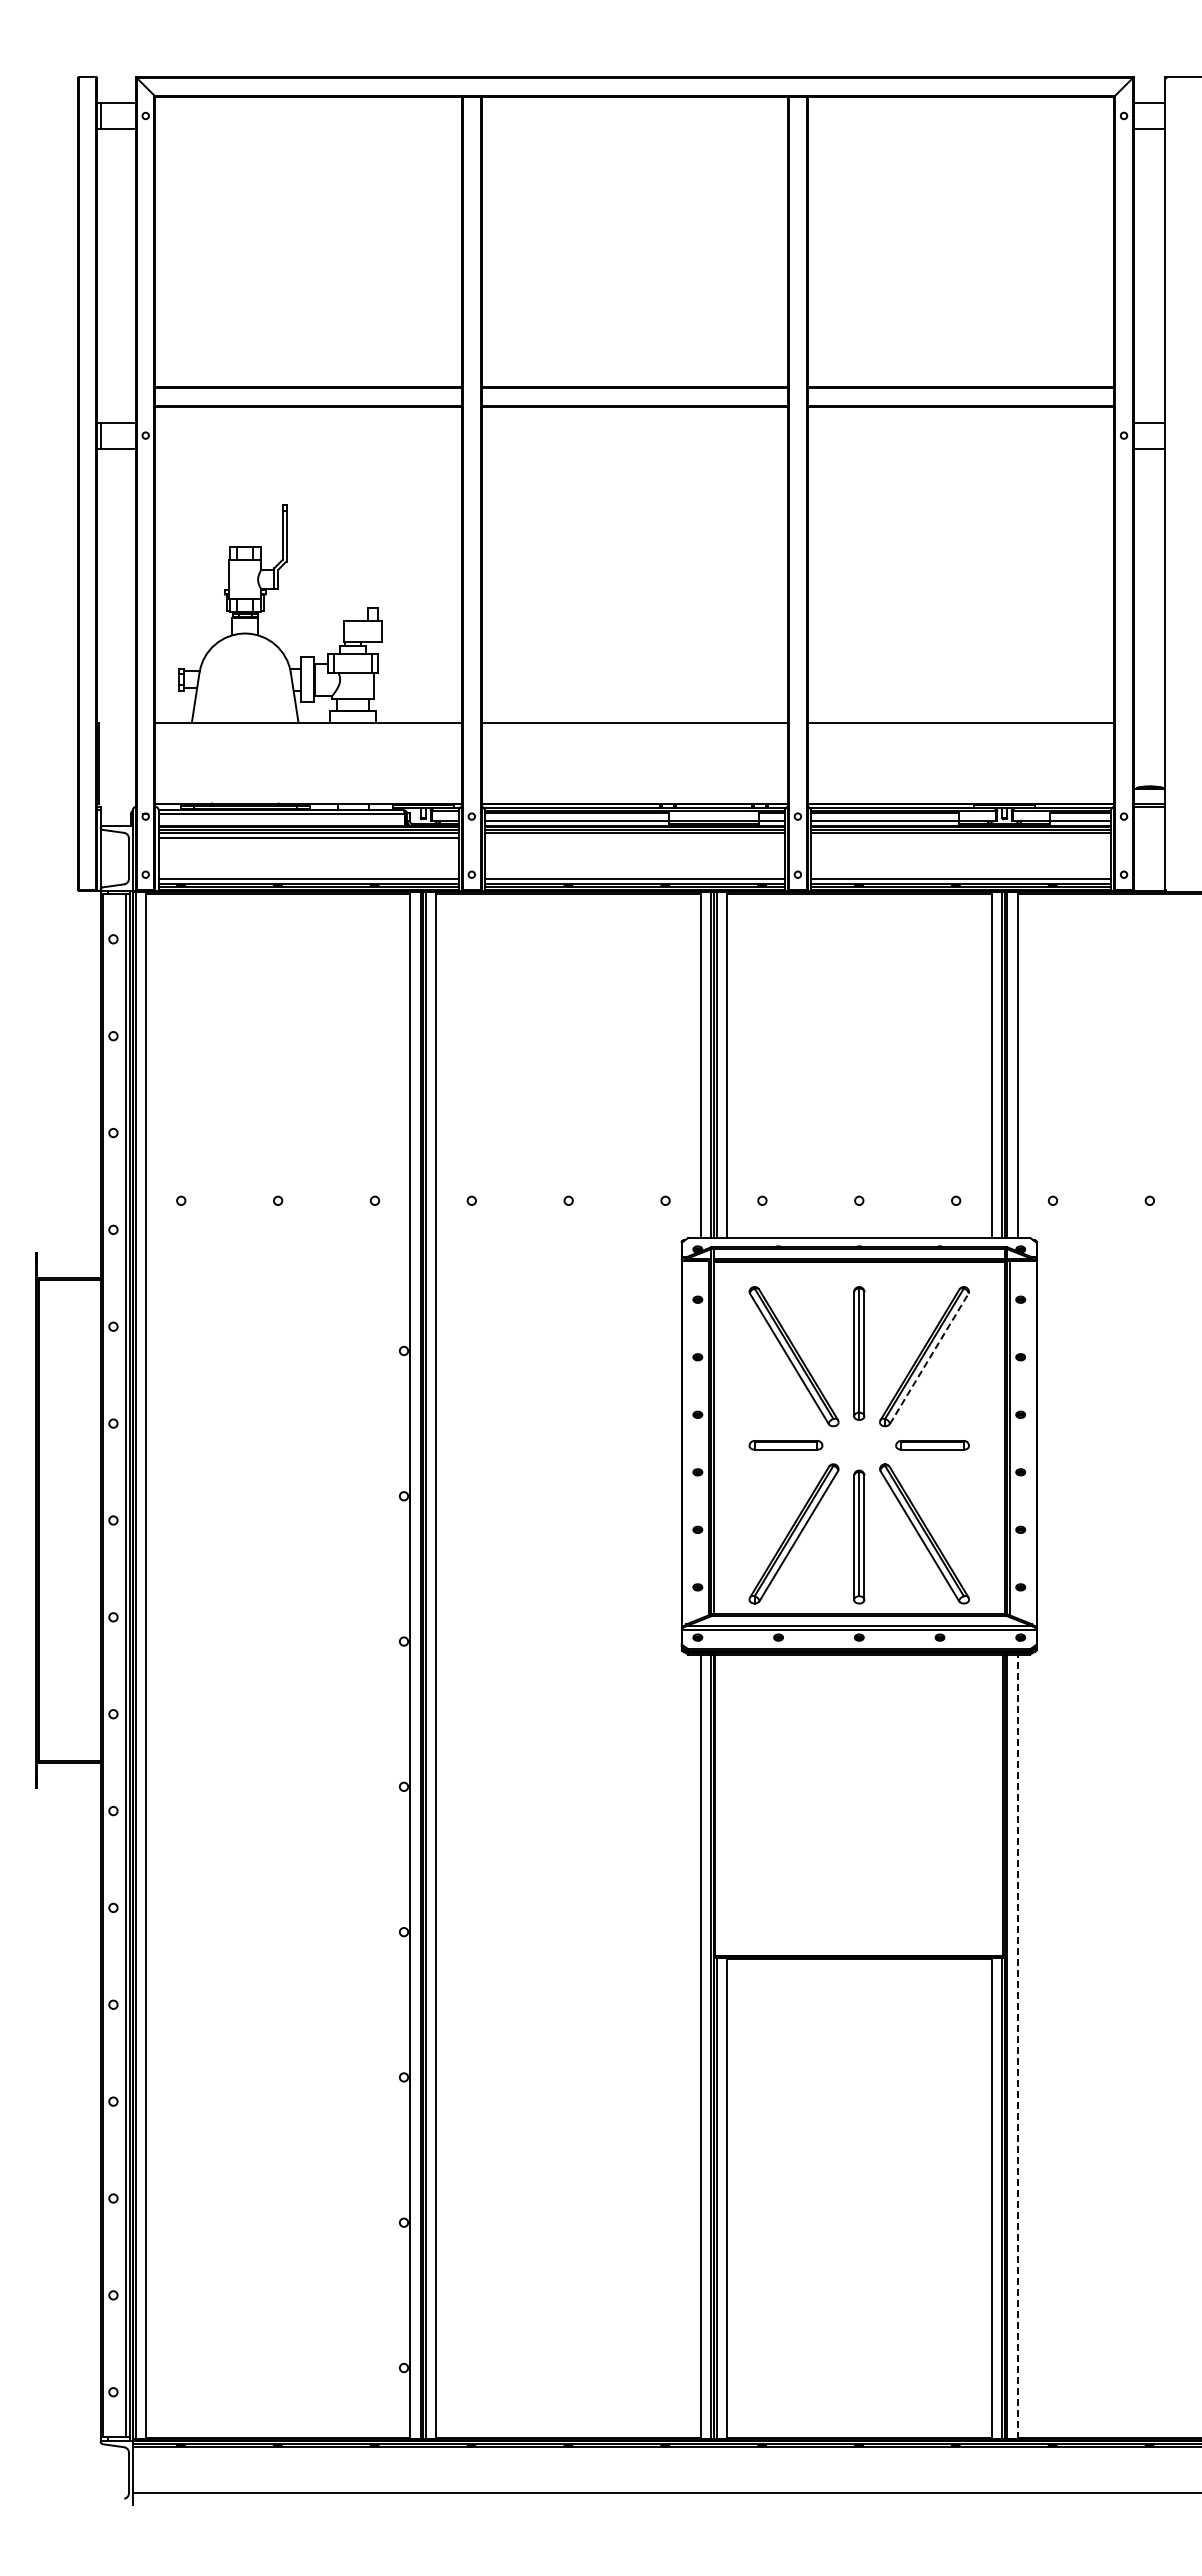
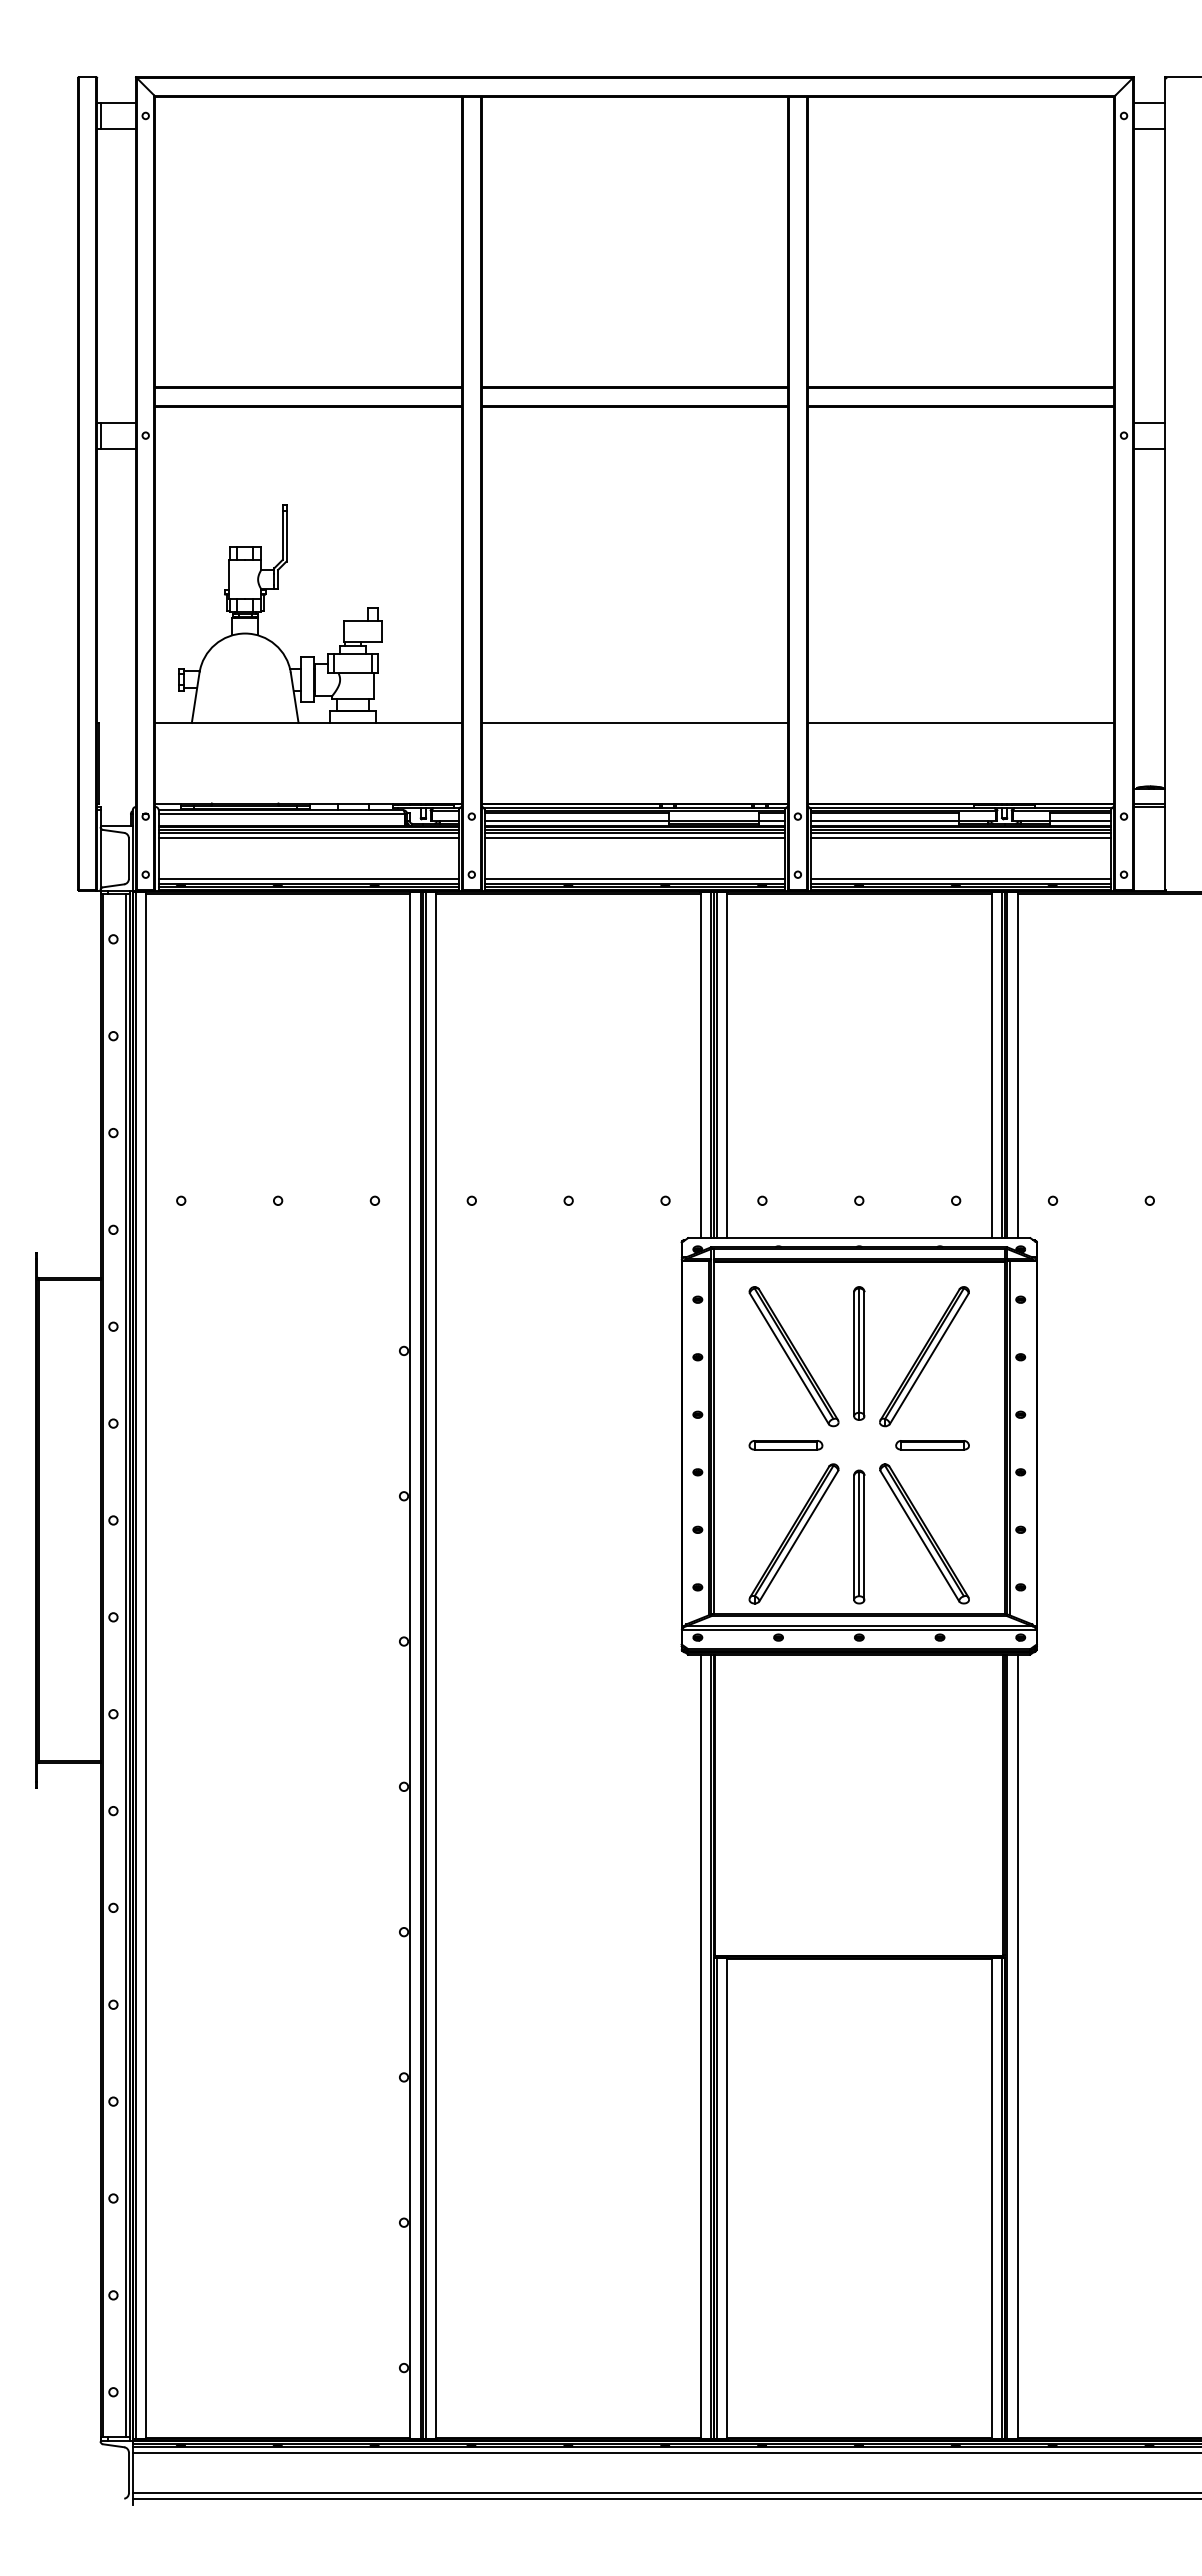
line at (634, 838): none -> present
line at (960, 838): none -> present
line at (929, 1358): dashed -> solid
line at (1017, 2046): dashed -> solid
line at (665, 2452): none -> present
line at (665, 2498): none -> present
